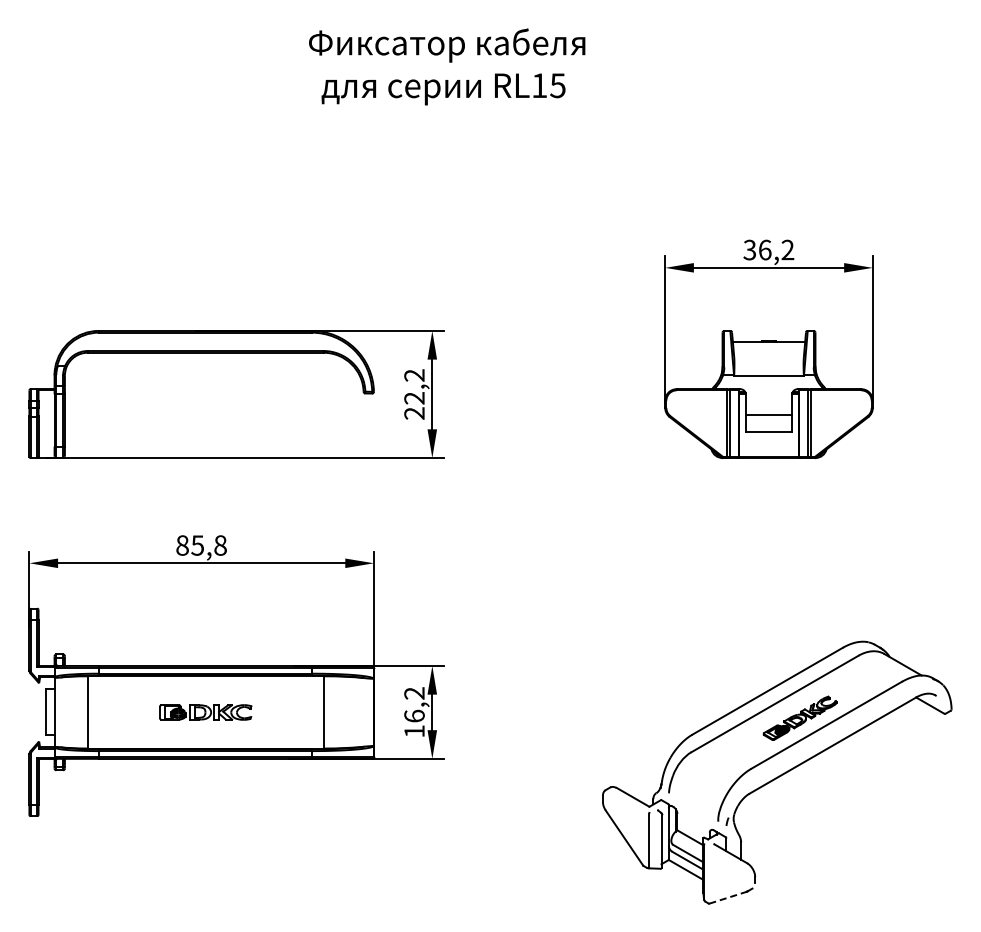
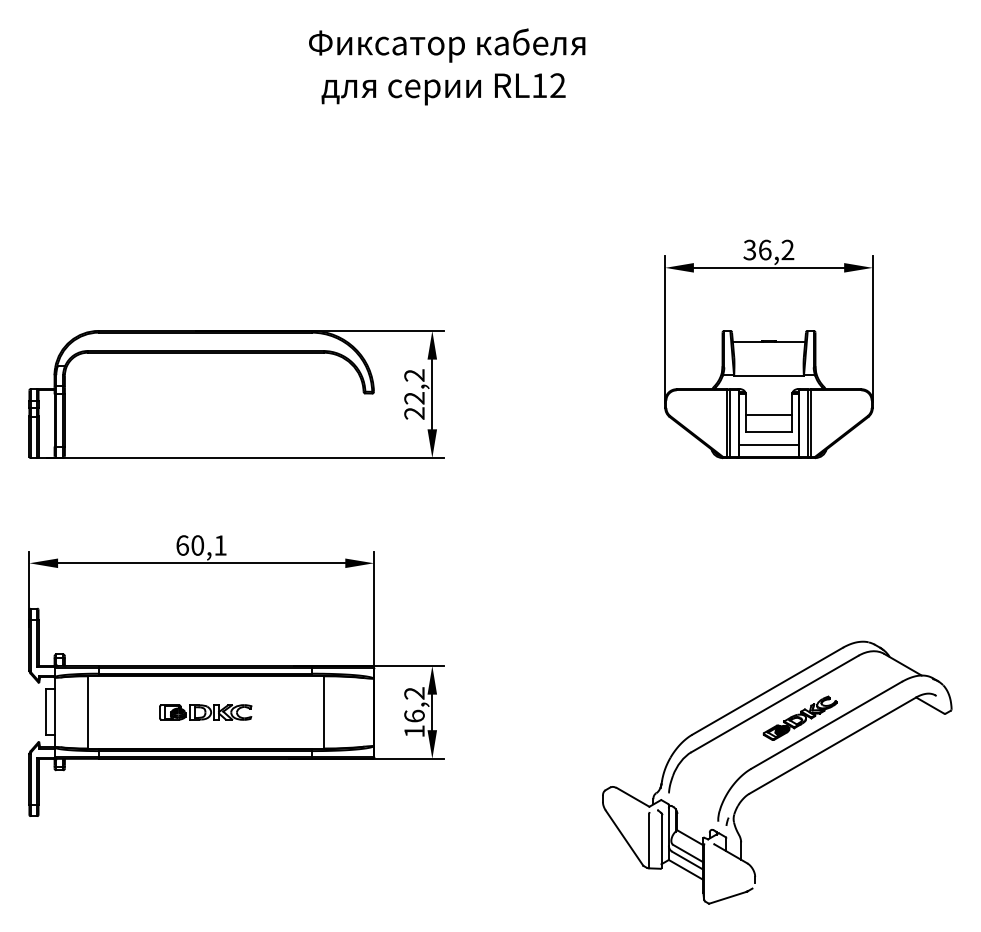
text at (557, 85): RL15 -> RL12
line at (768, 444): none -> present
text at (201, 545): 85,8 -> 60,1
line at (728, 897): dashed -> solid
